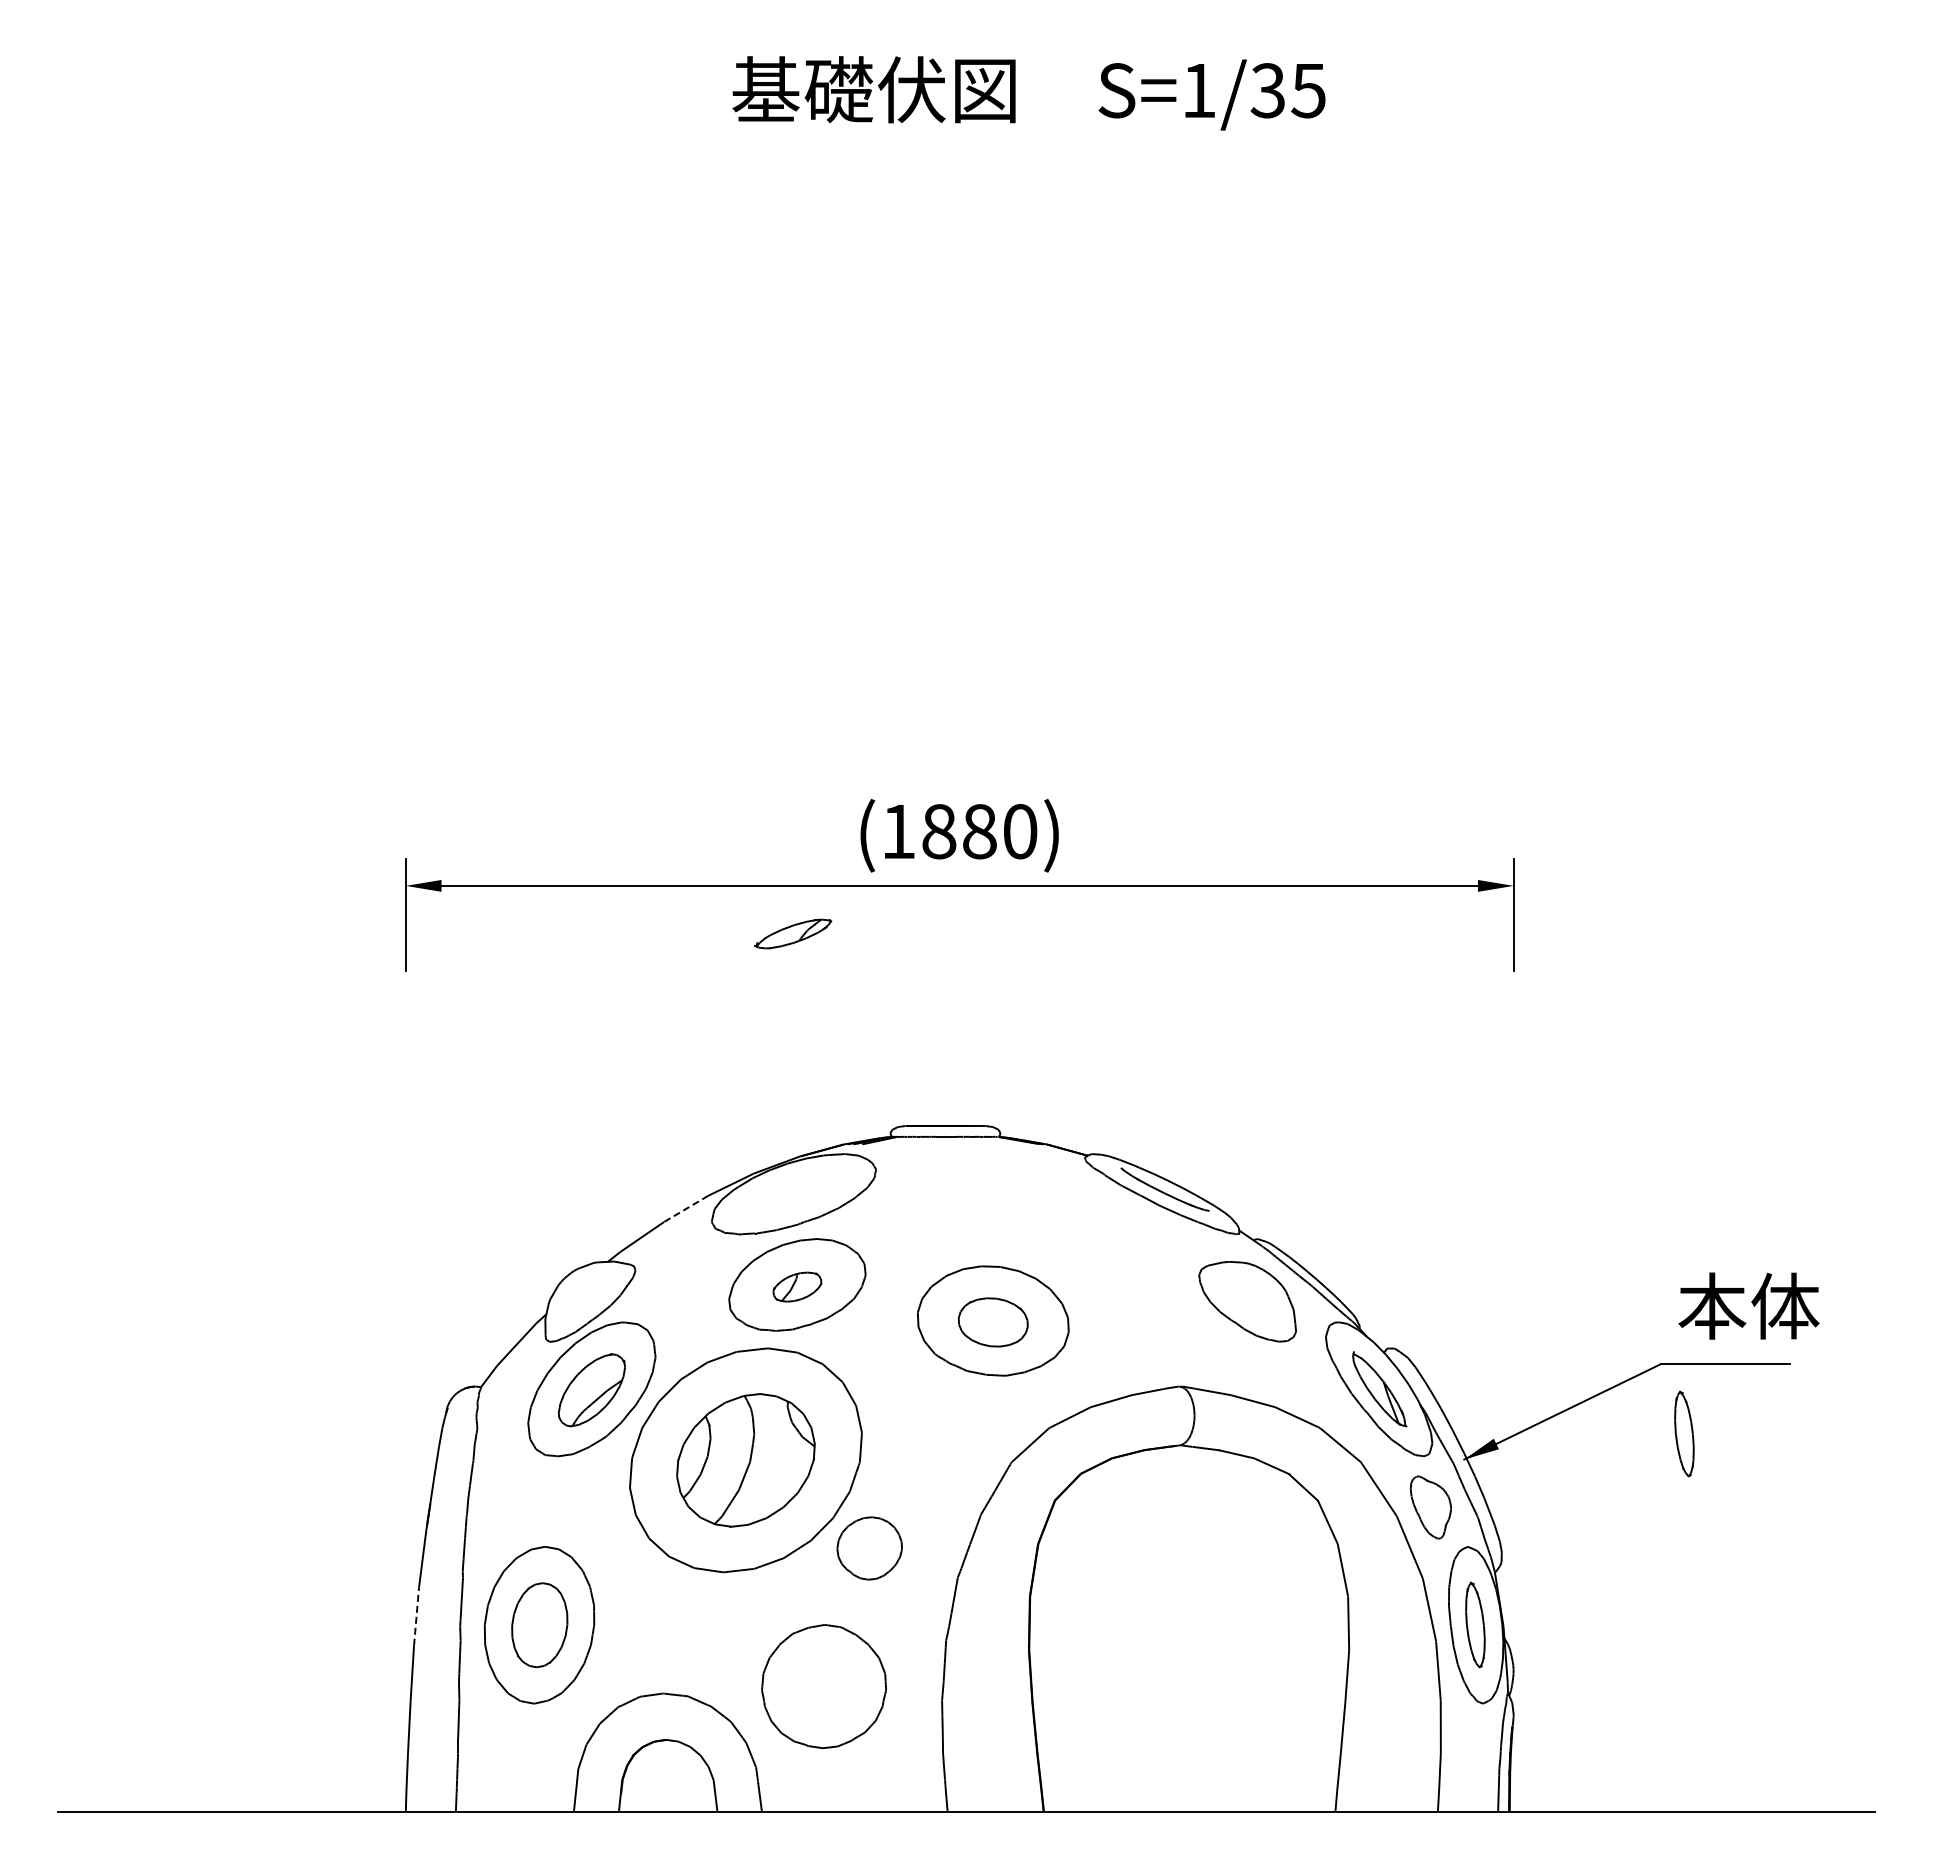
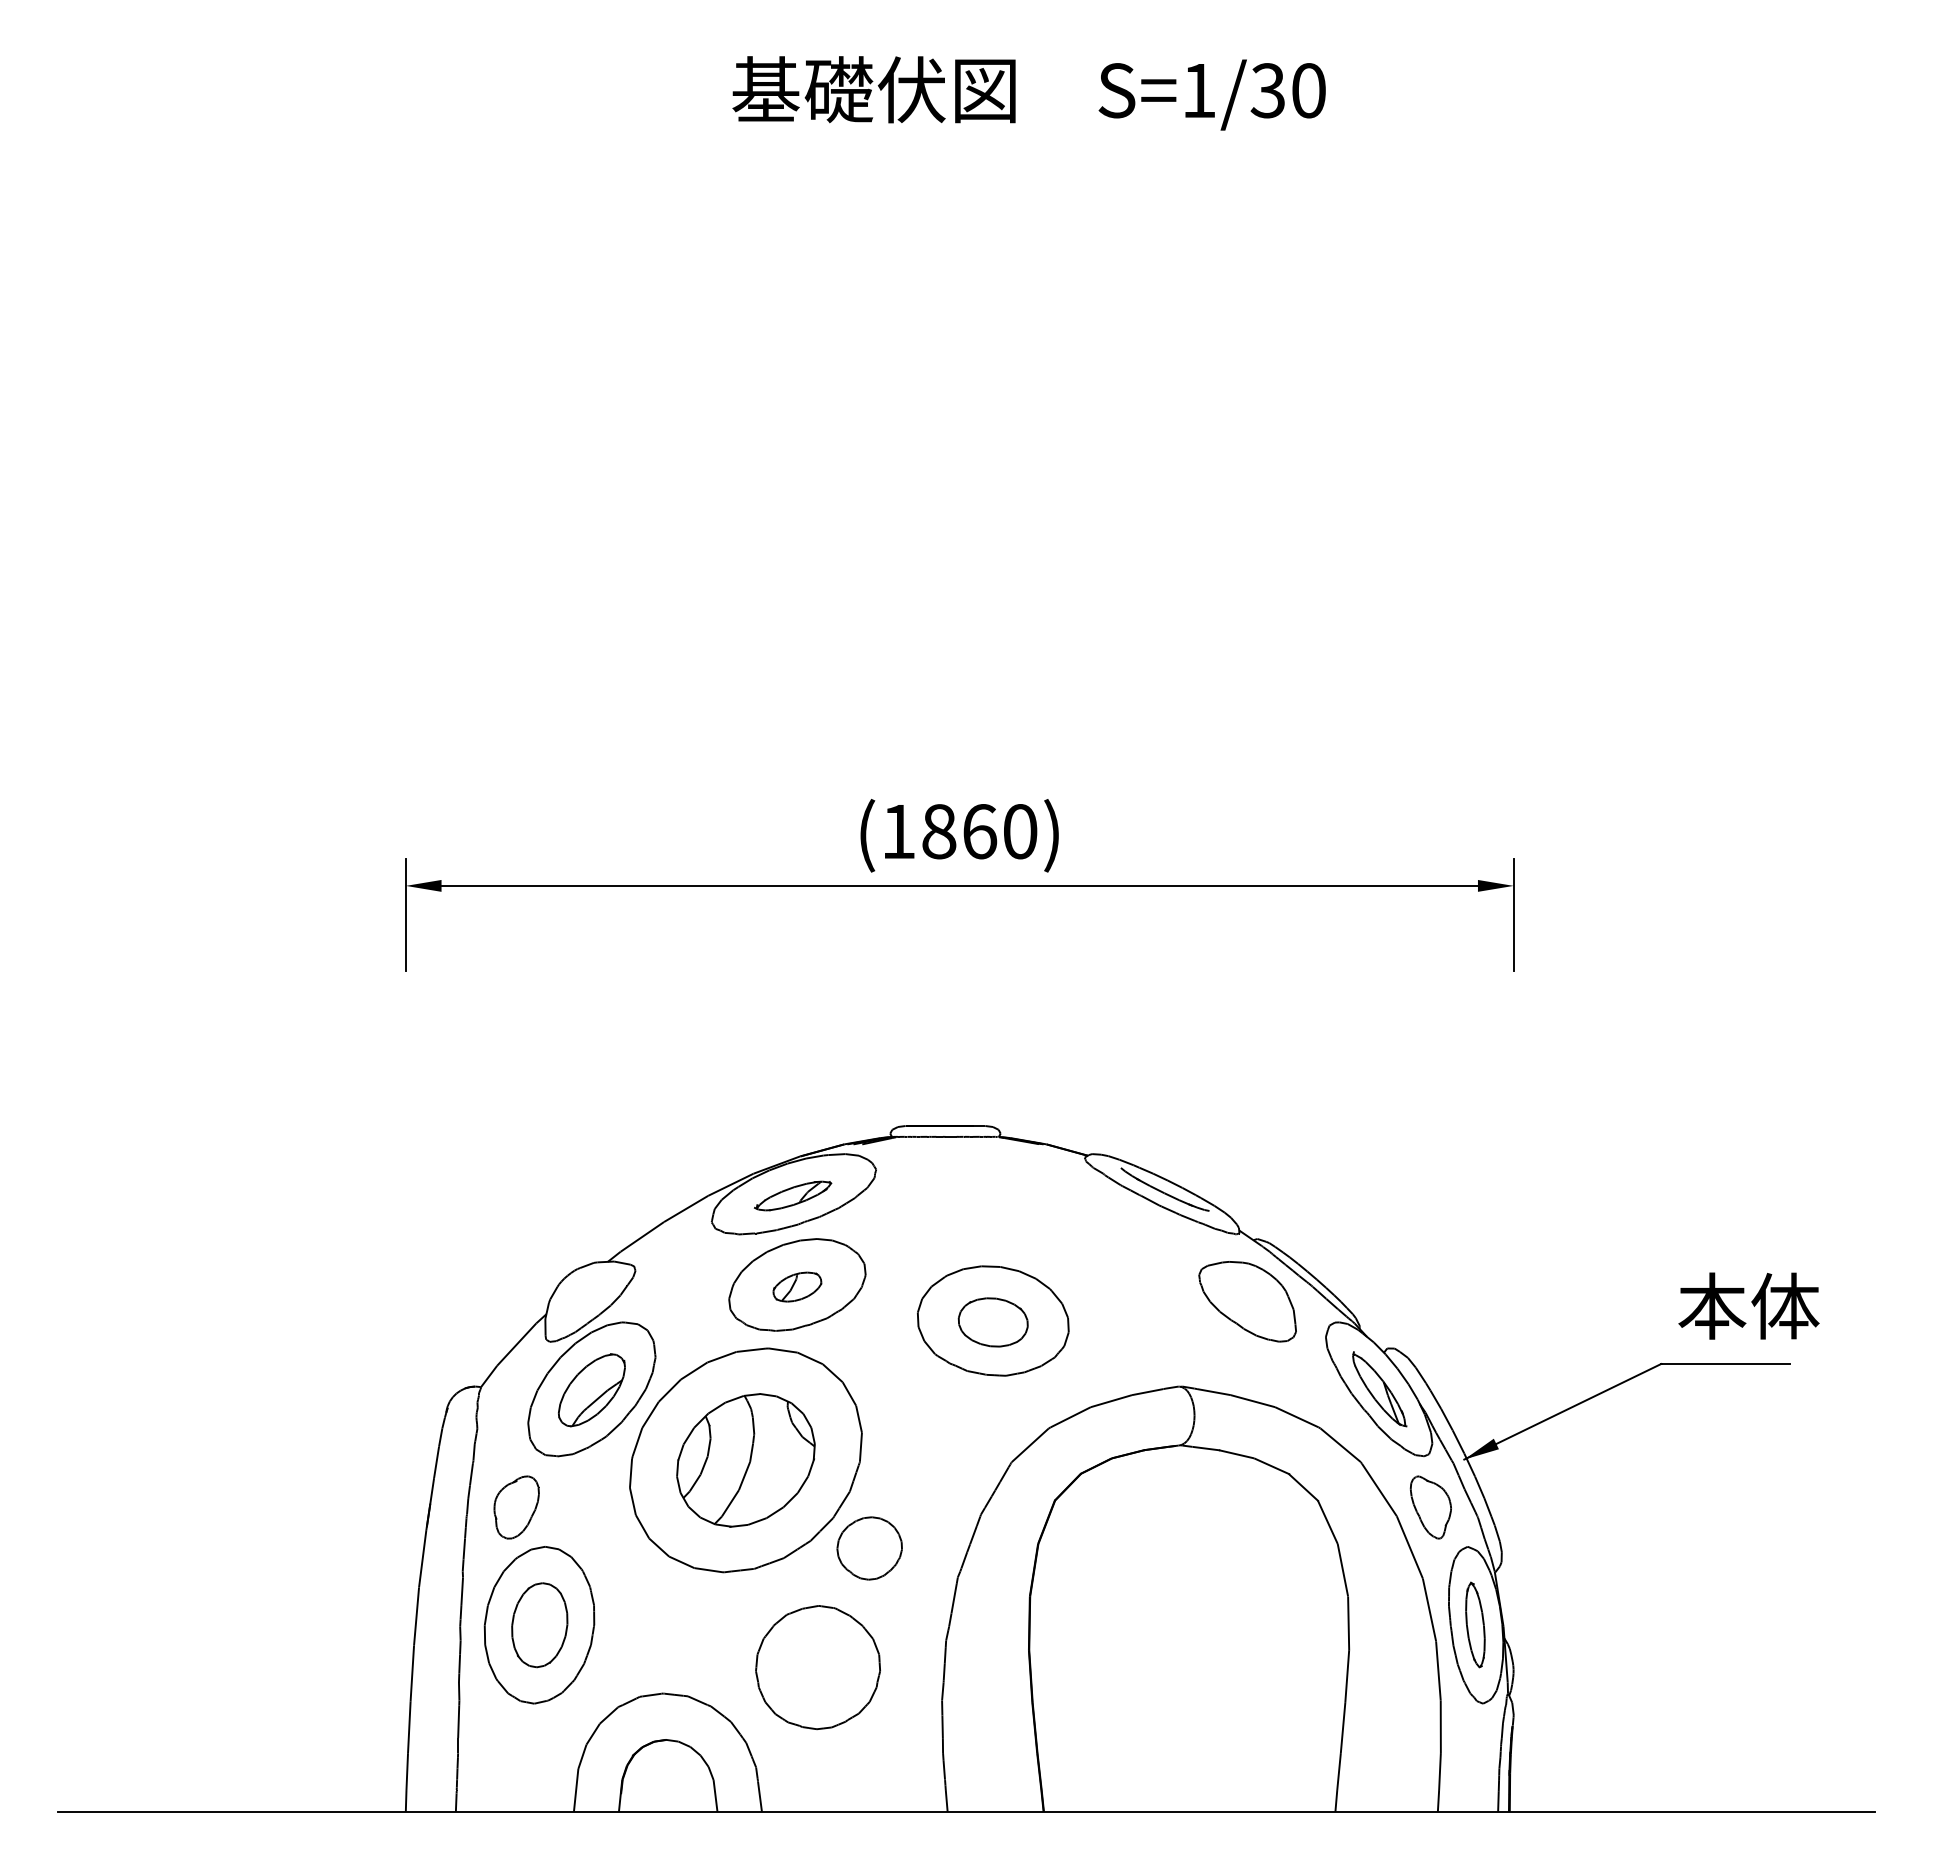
text at (1308, 90): S=1/35 -> S=1/30
text at (980, 831): (1880) -> (1860)
part at (793, 933) position: (793, 933) -> (793, 1195)
line at (686, 1208): dashed -> solid
part at (1684, 1433): present -> none
part at (516, 1507): none -> present
line at (416, 1616): dashed -> solid
part at (823, 1686) position: (823, 1686) -> (817, 1667)
